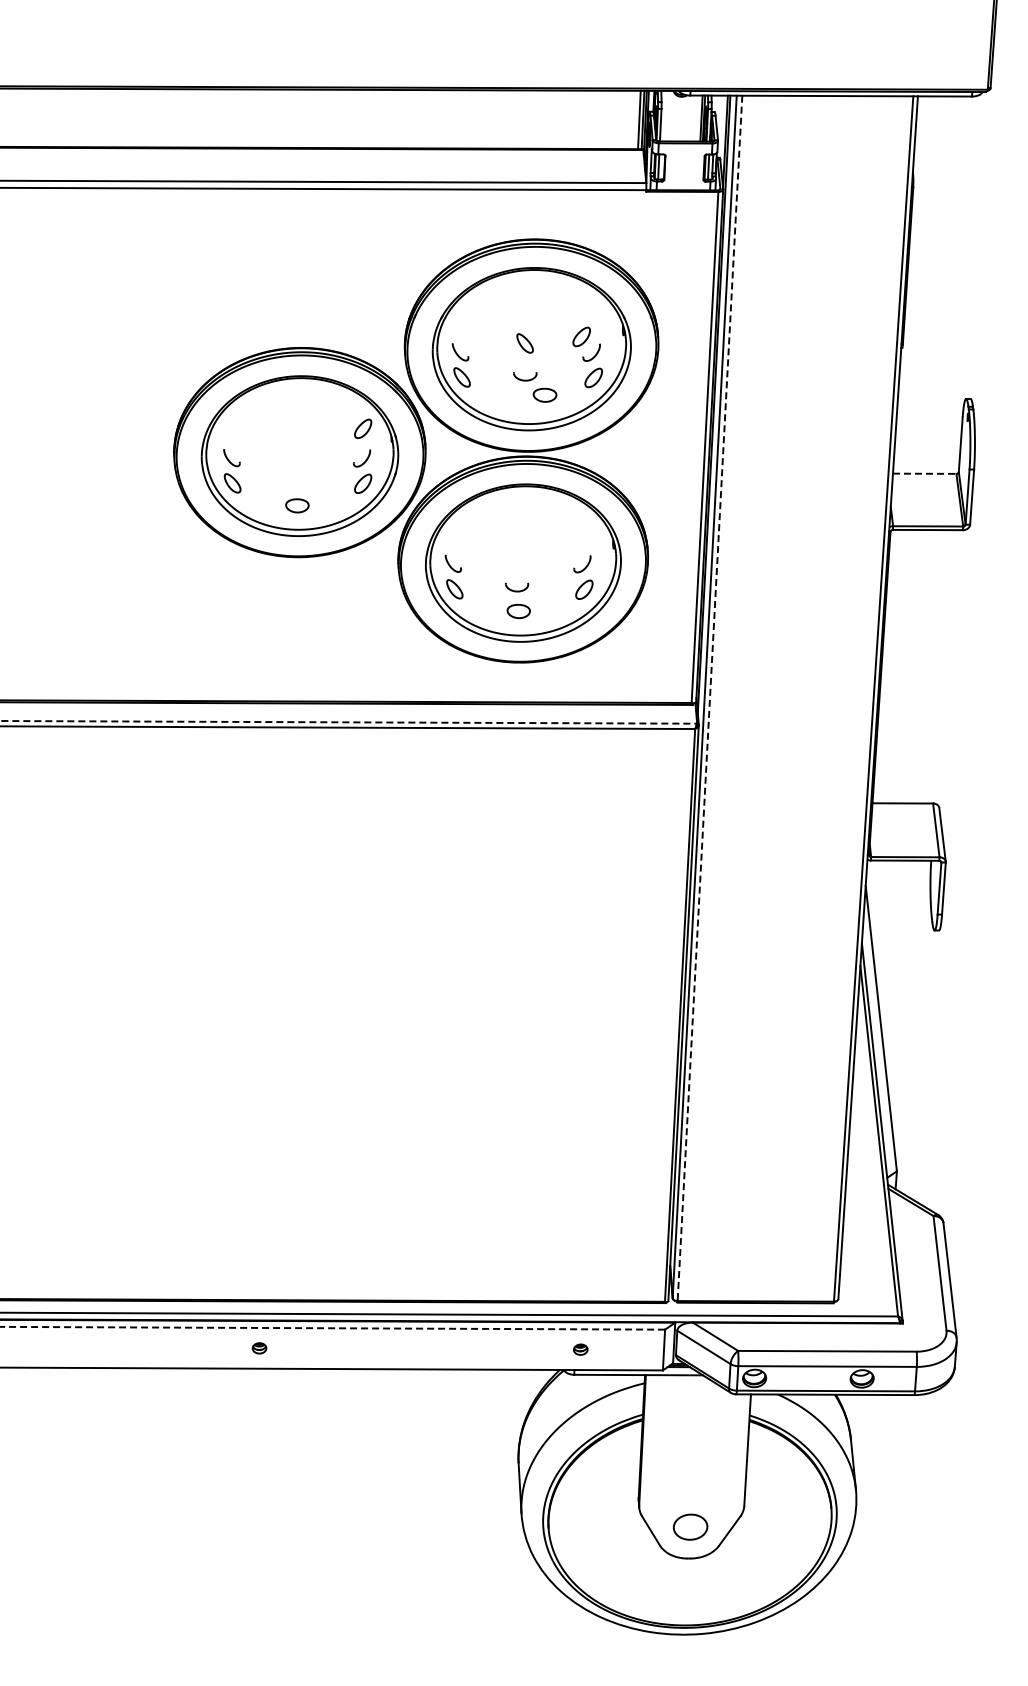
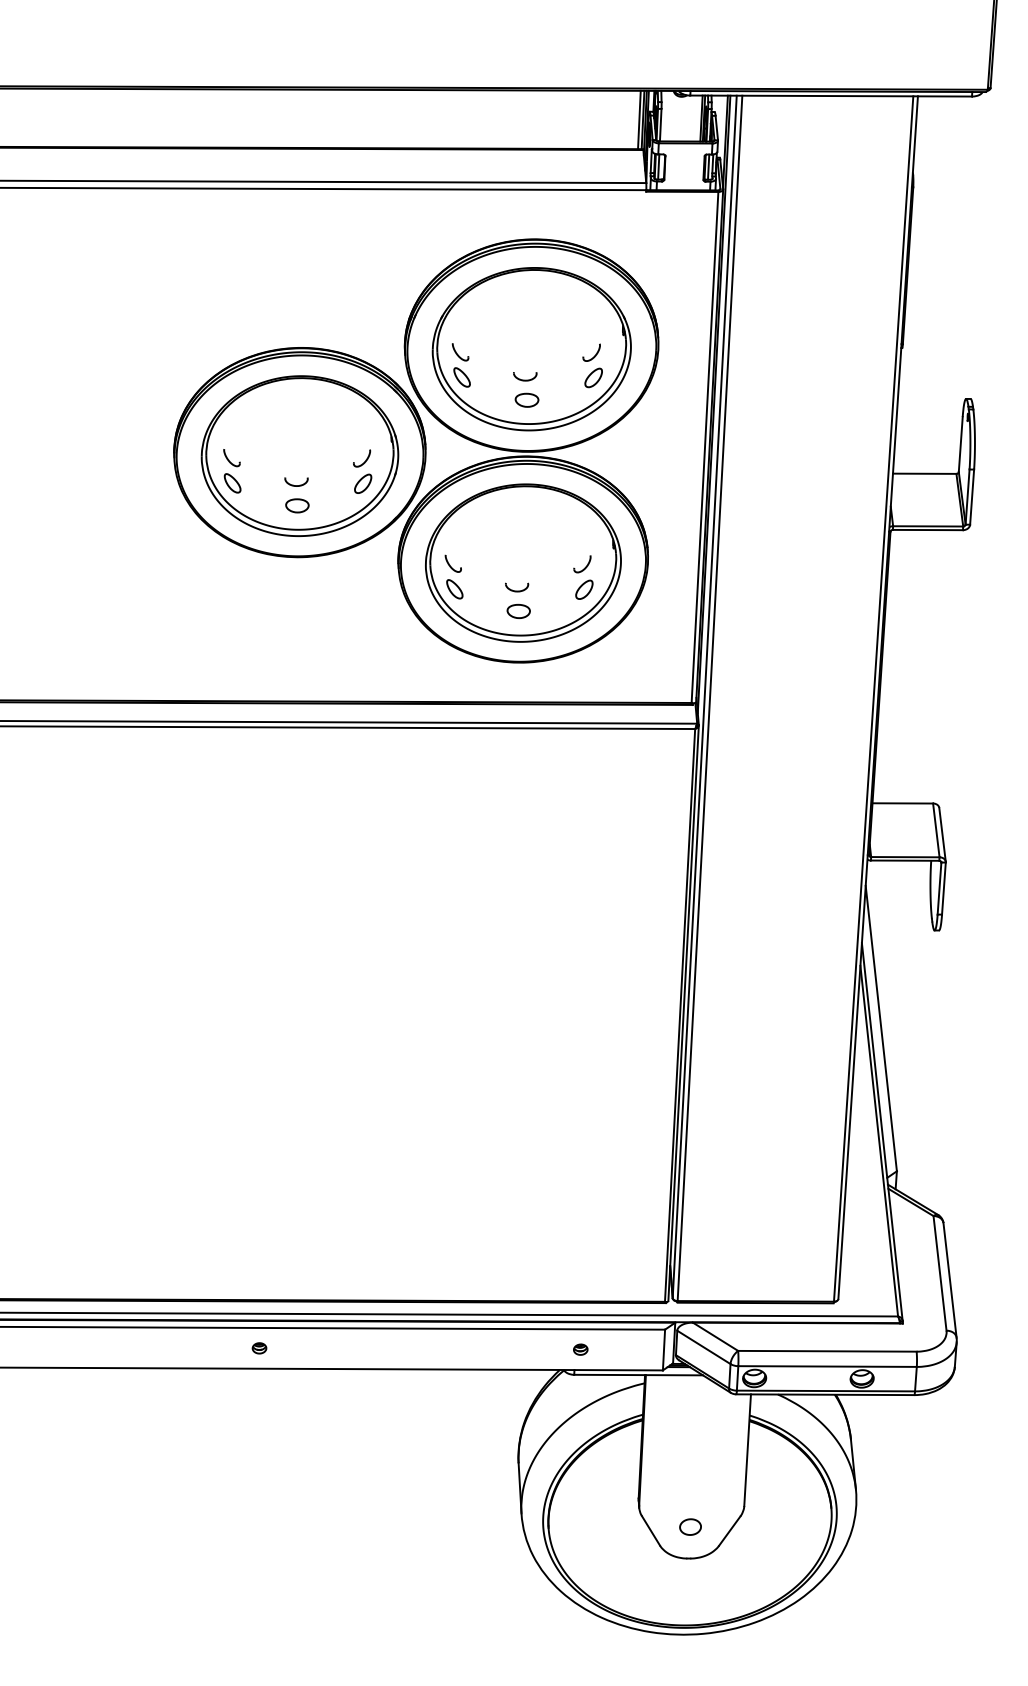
part at (581, 336): present -> none
part at (524, 343): present -> none
part at (544, 394) position: (544, 394) -> (526, 399)
part at (363, 428): present -> none
line at (924, 473): dashed -> solid
part at (296, 481): none -> present
line at (710, 698): dashed -> solid
line at (349, 722): dashed -> solid
line at (332, 1328): dashed -> solid
part at (690, 1526) size: 37x28 px -> 23x18 px
